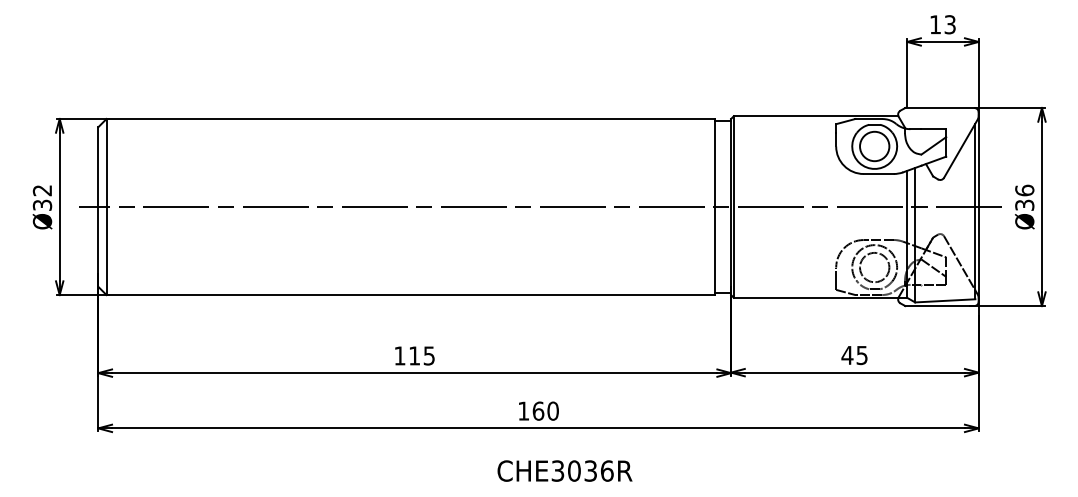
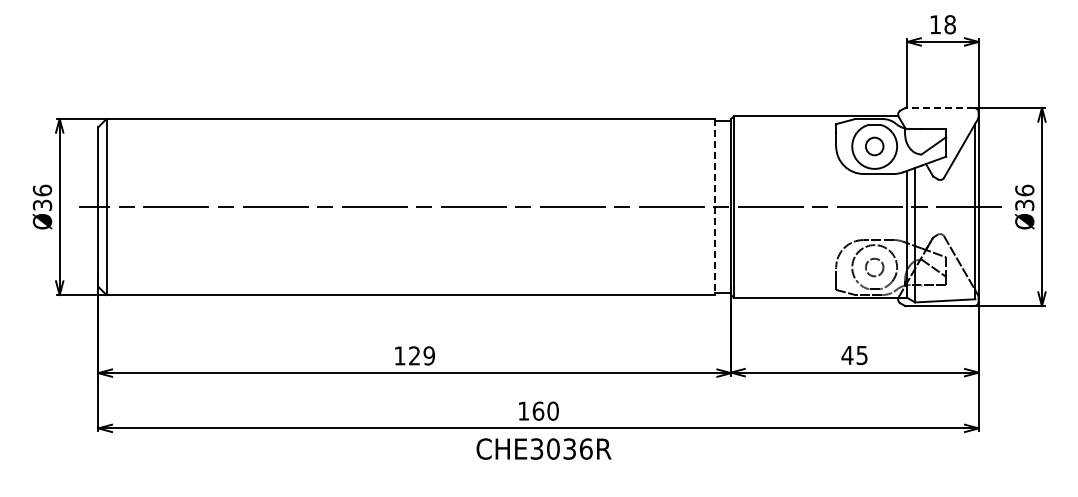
text at (949, 24): 13 -> 18
line at (939, 107): solid -> dashed
circle at (874, 146) diameter: 29 px -> 18 px
text at (42, 190): Ø32 -> Ø36
line at (714, 207): solid -> dashed
circle at (874, 267) diameter: 29 px -> 18 px
text at (422, 355): 115 -> 129
text at (564, 470) position: (564, 470) -> (543, 448)
